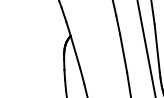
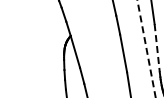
line at (146, 48): solid -> dashed
line at (157, 48): solid -> dashed
